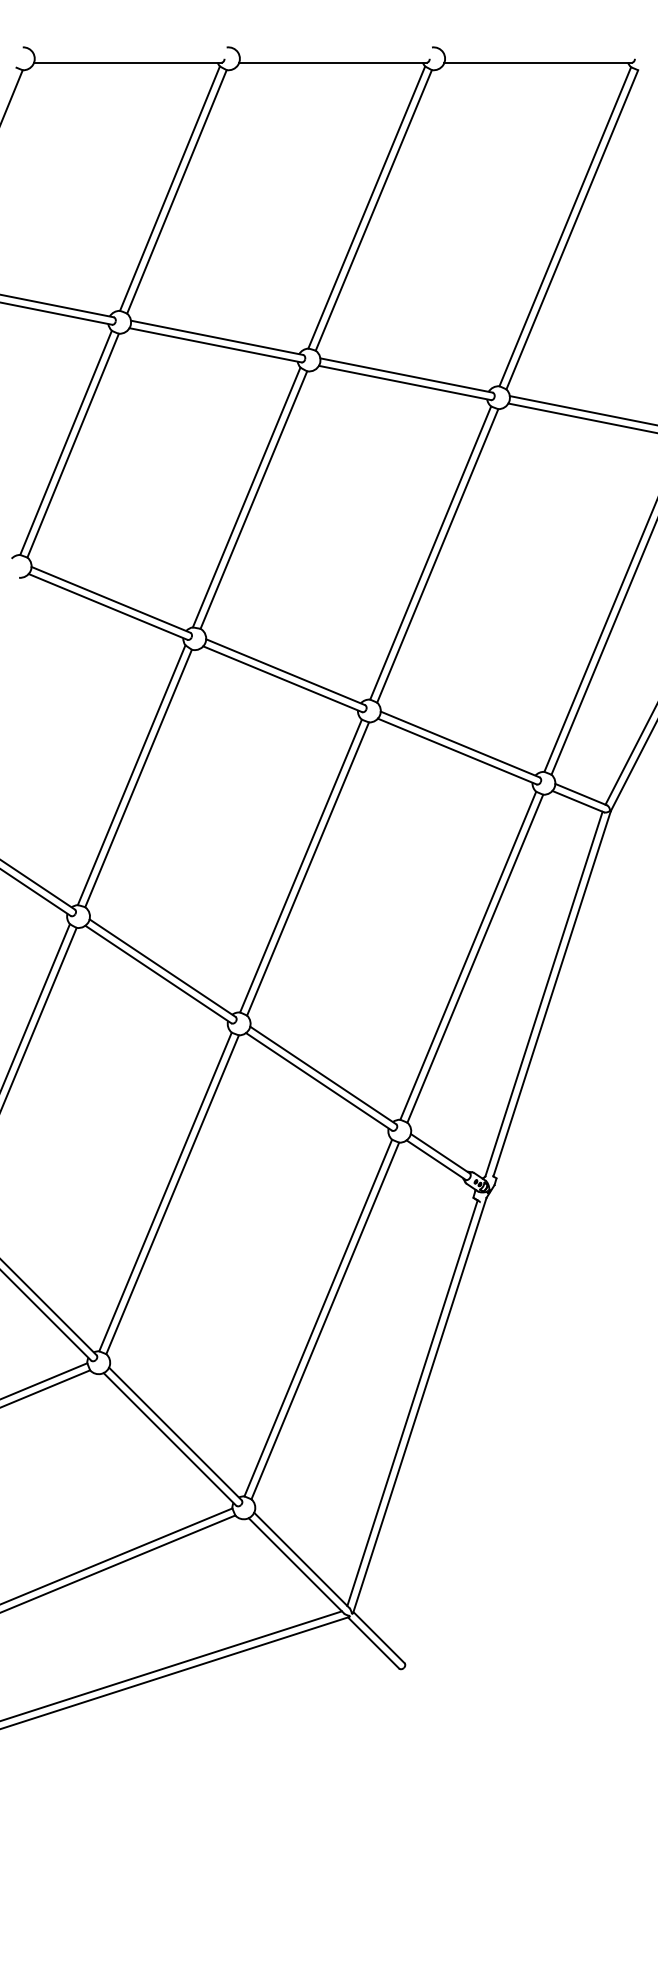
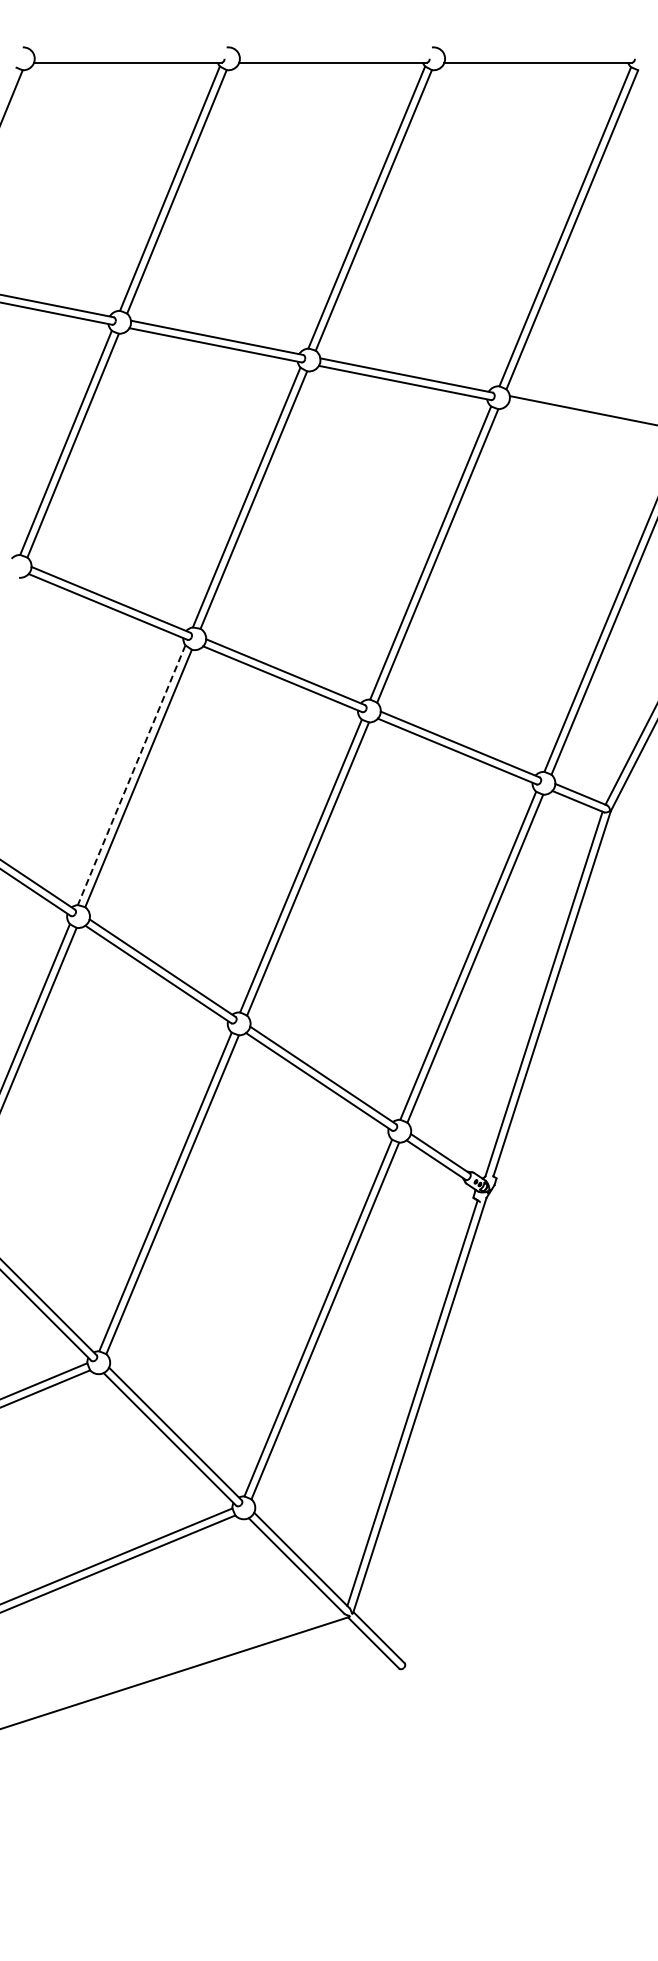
line at (581, 417): present -> none
line at (131, 775): solid -> dashed
line at (171, 1665): present -> none
